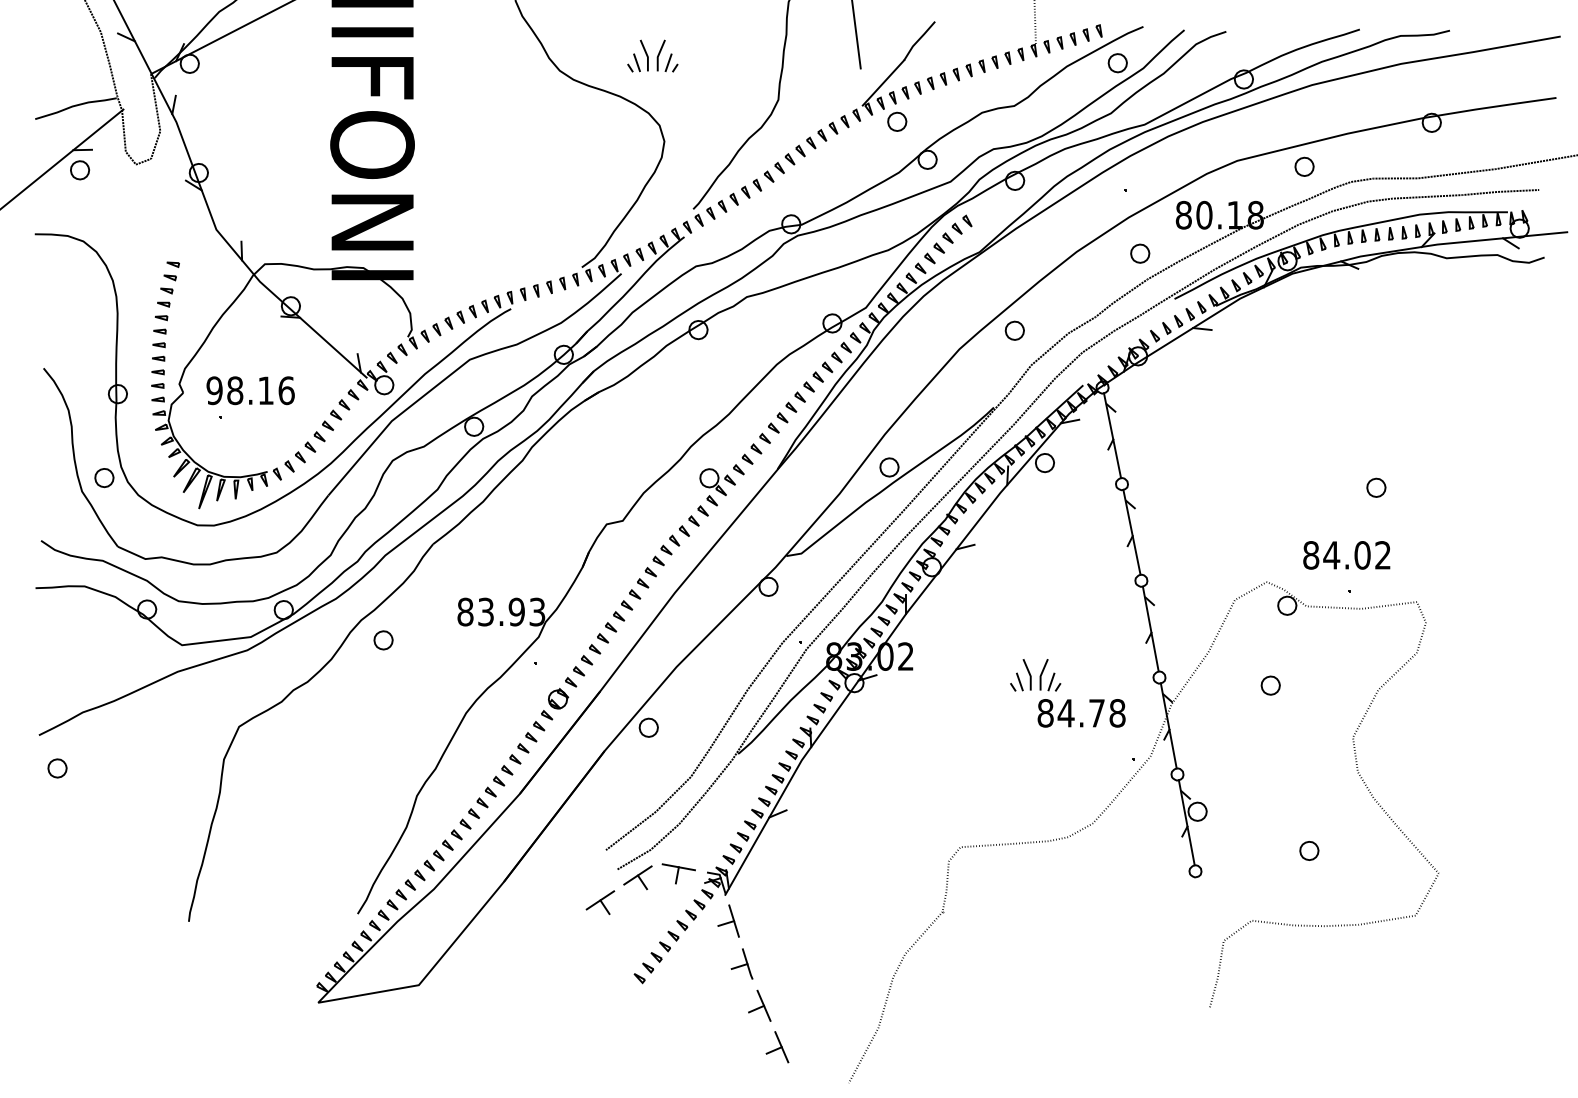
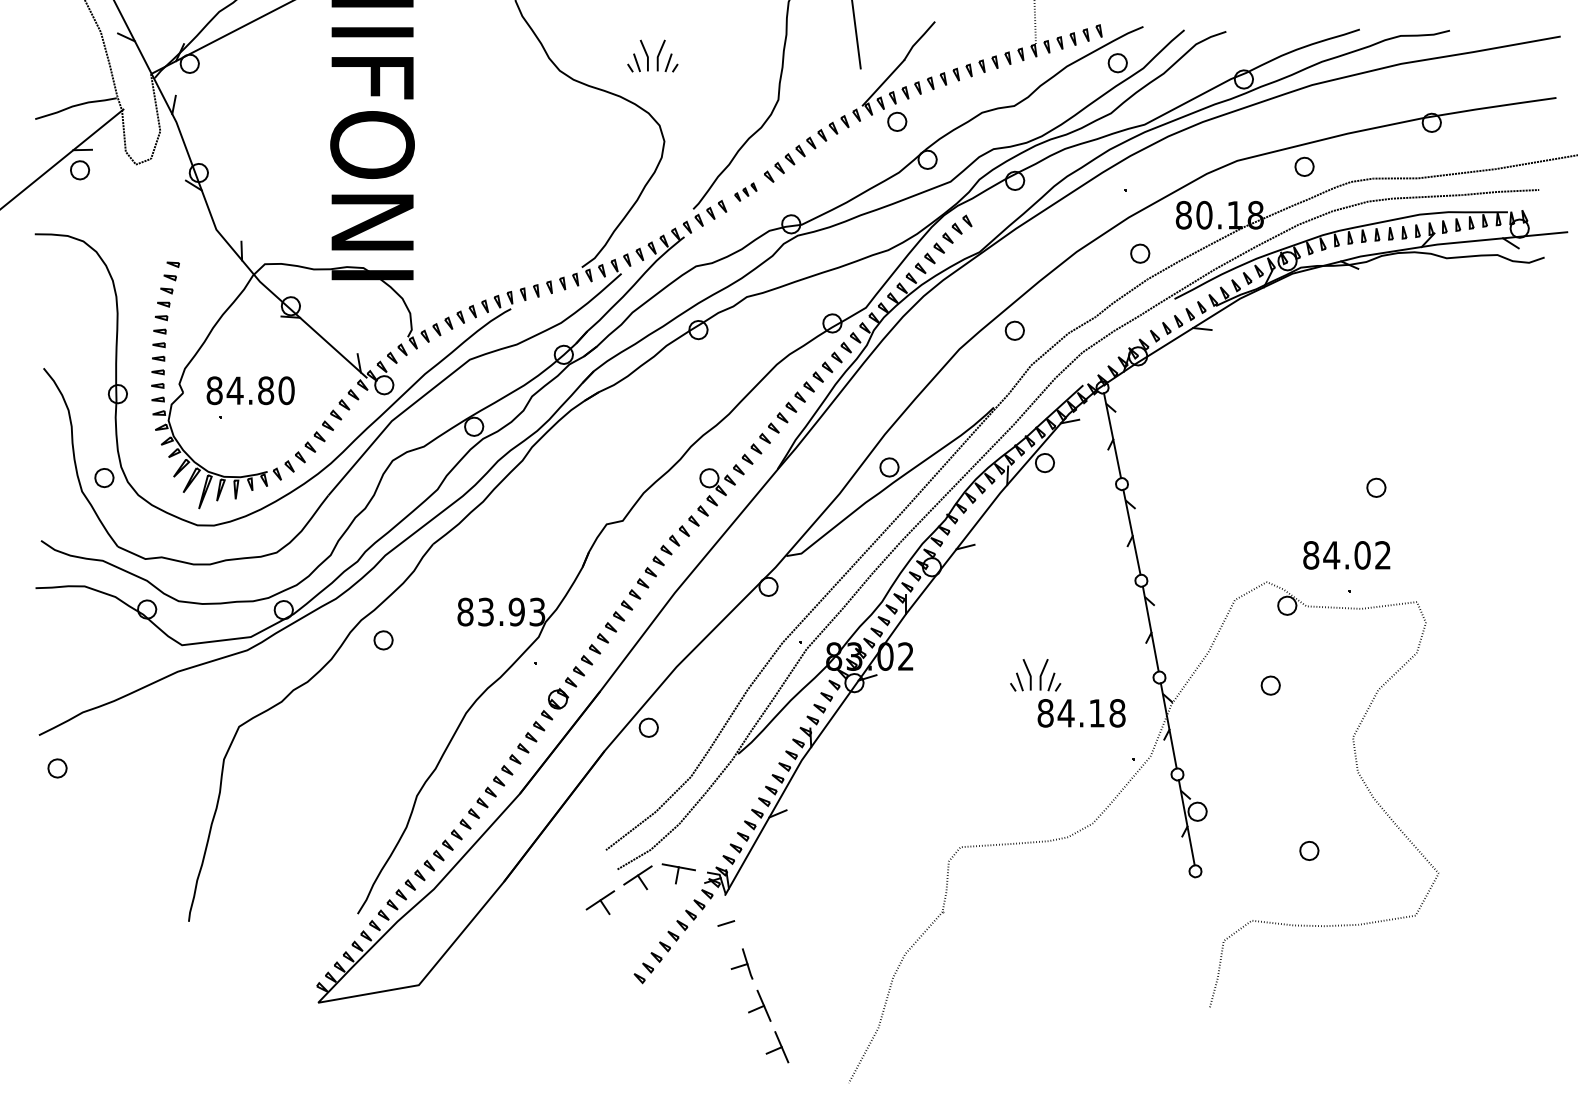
part at (745, 191) size: 34x28 px -> 24x20 px
text at (250, 390): 98.16 -> 84.80
text at (1096, 713): 84.78 -> 84.18
line at (733, 920): present -> none
